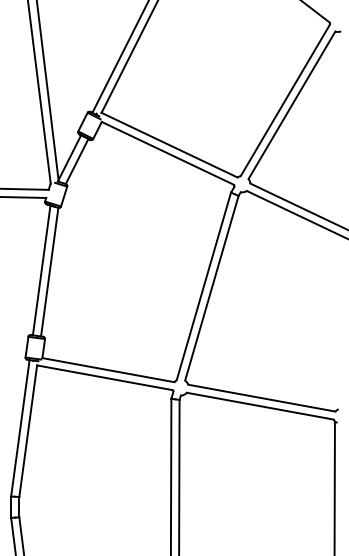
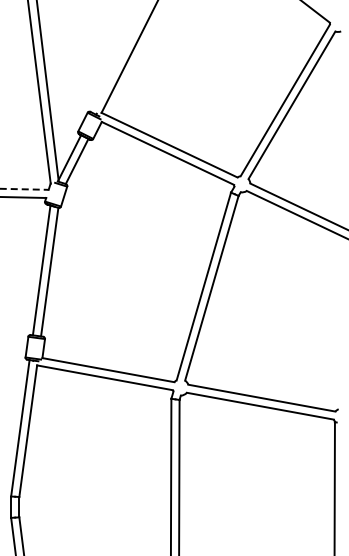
line at (119, 57): present -> none
line at (24, 189): solid -> dashed
